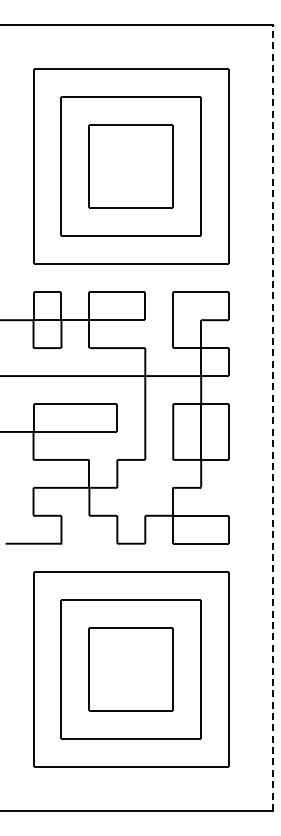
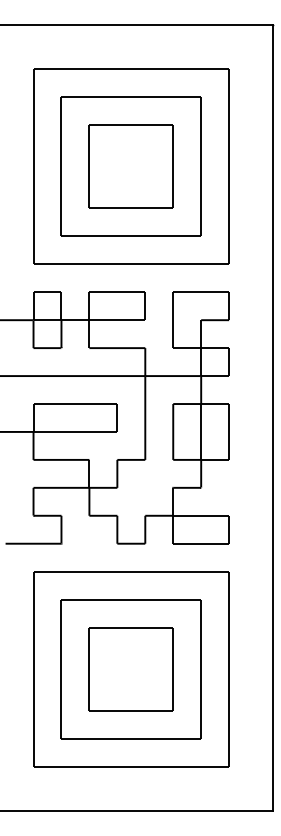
line at (272, 417): dashed -> solid
